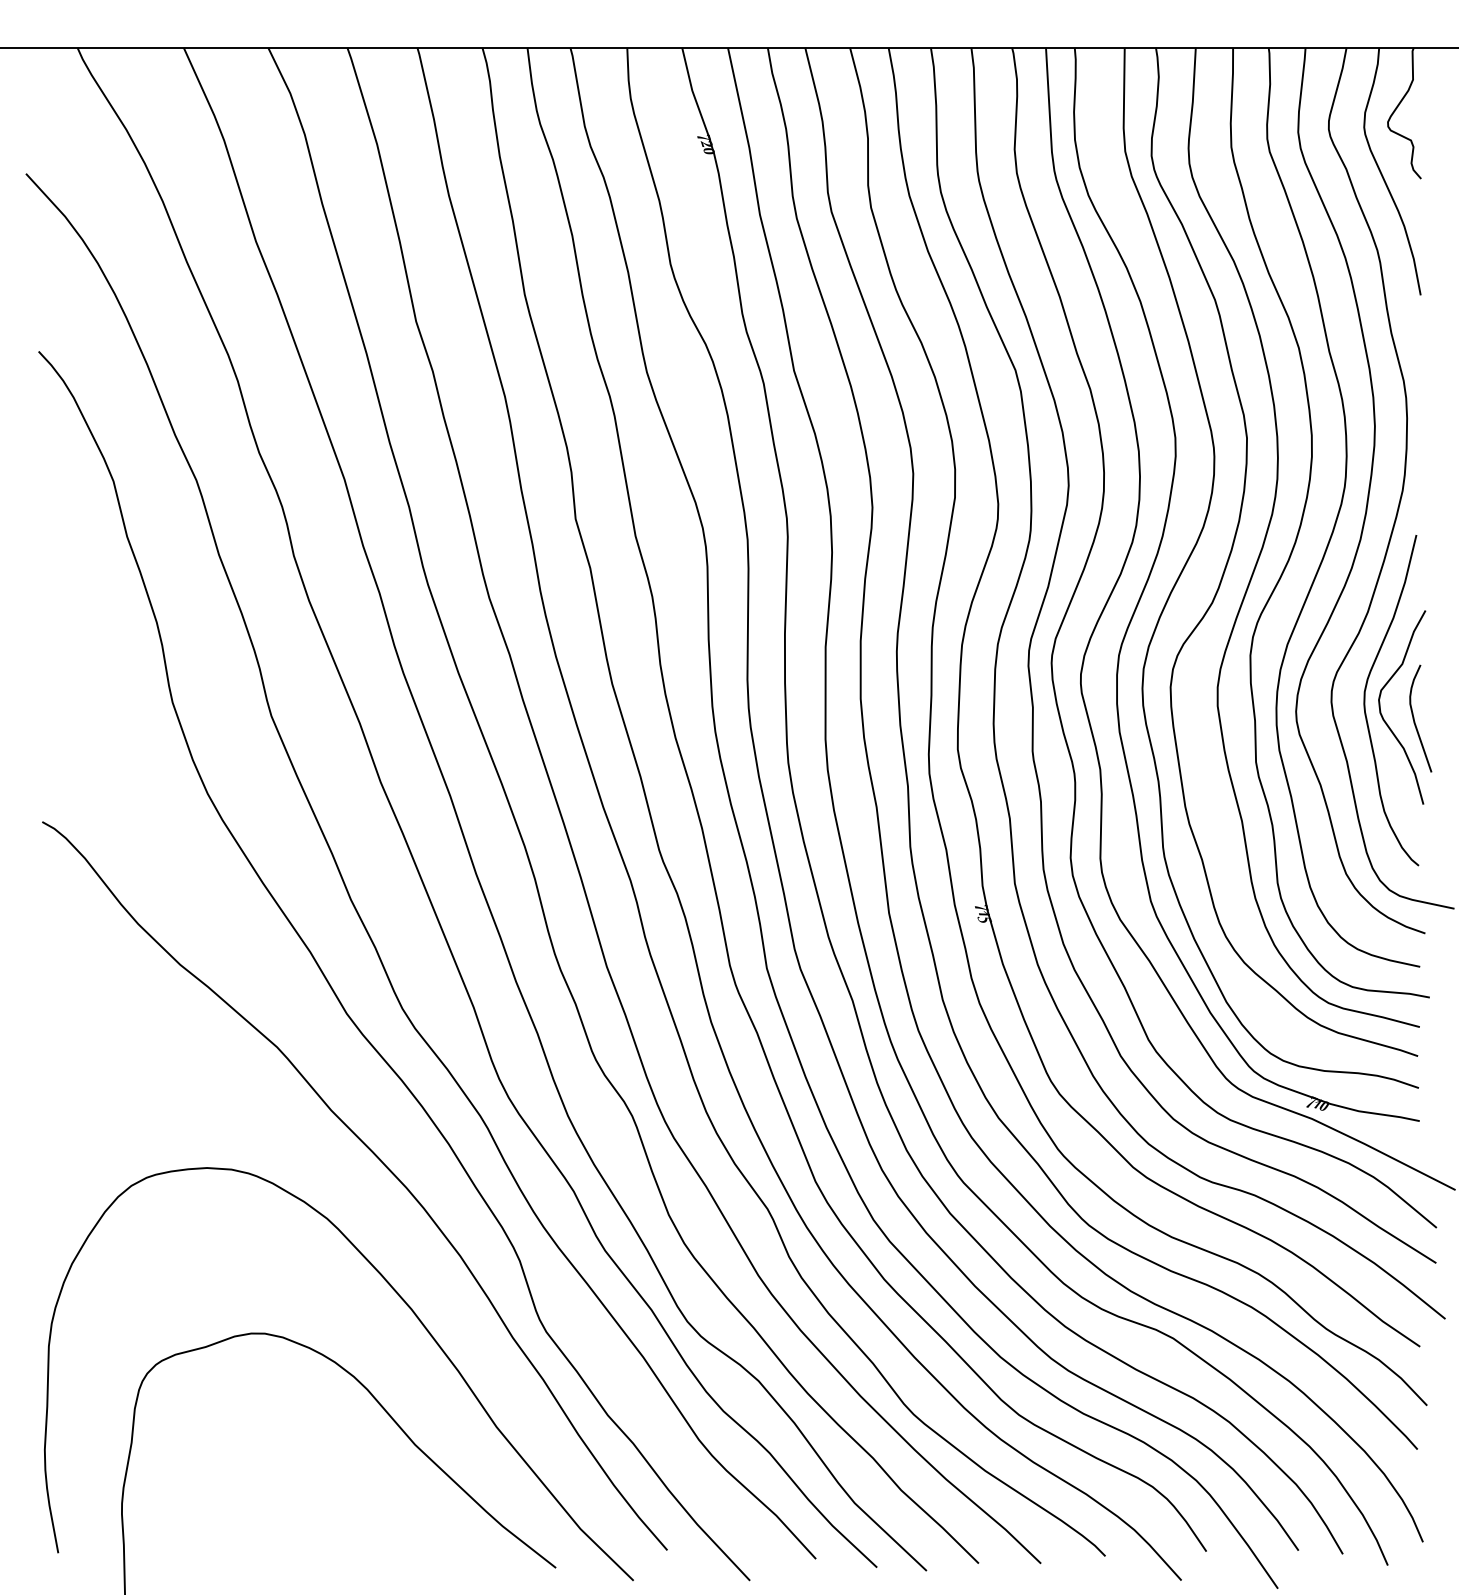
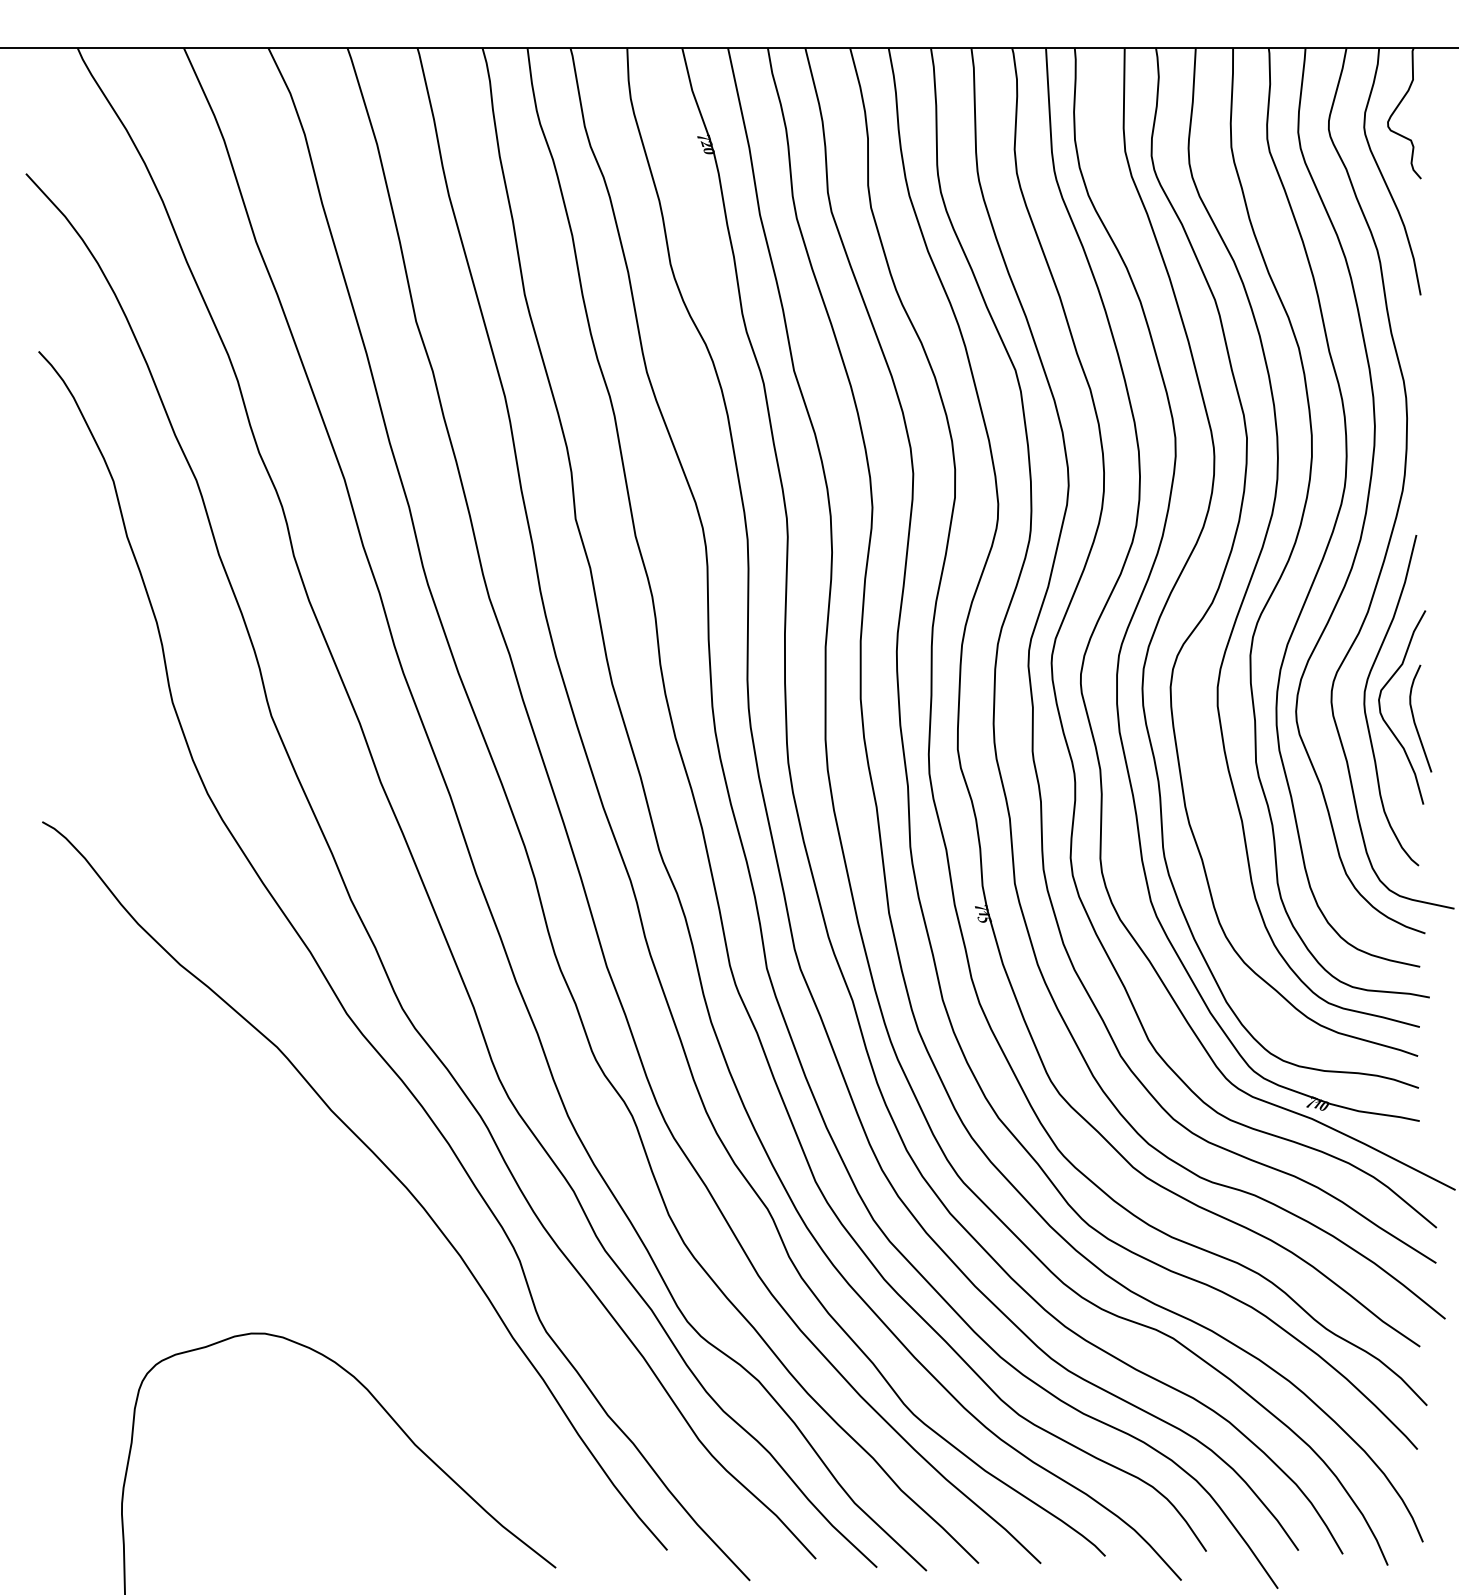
curve at (415, 1316): present -> none
